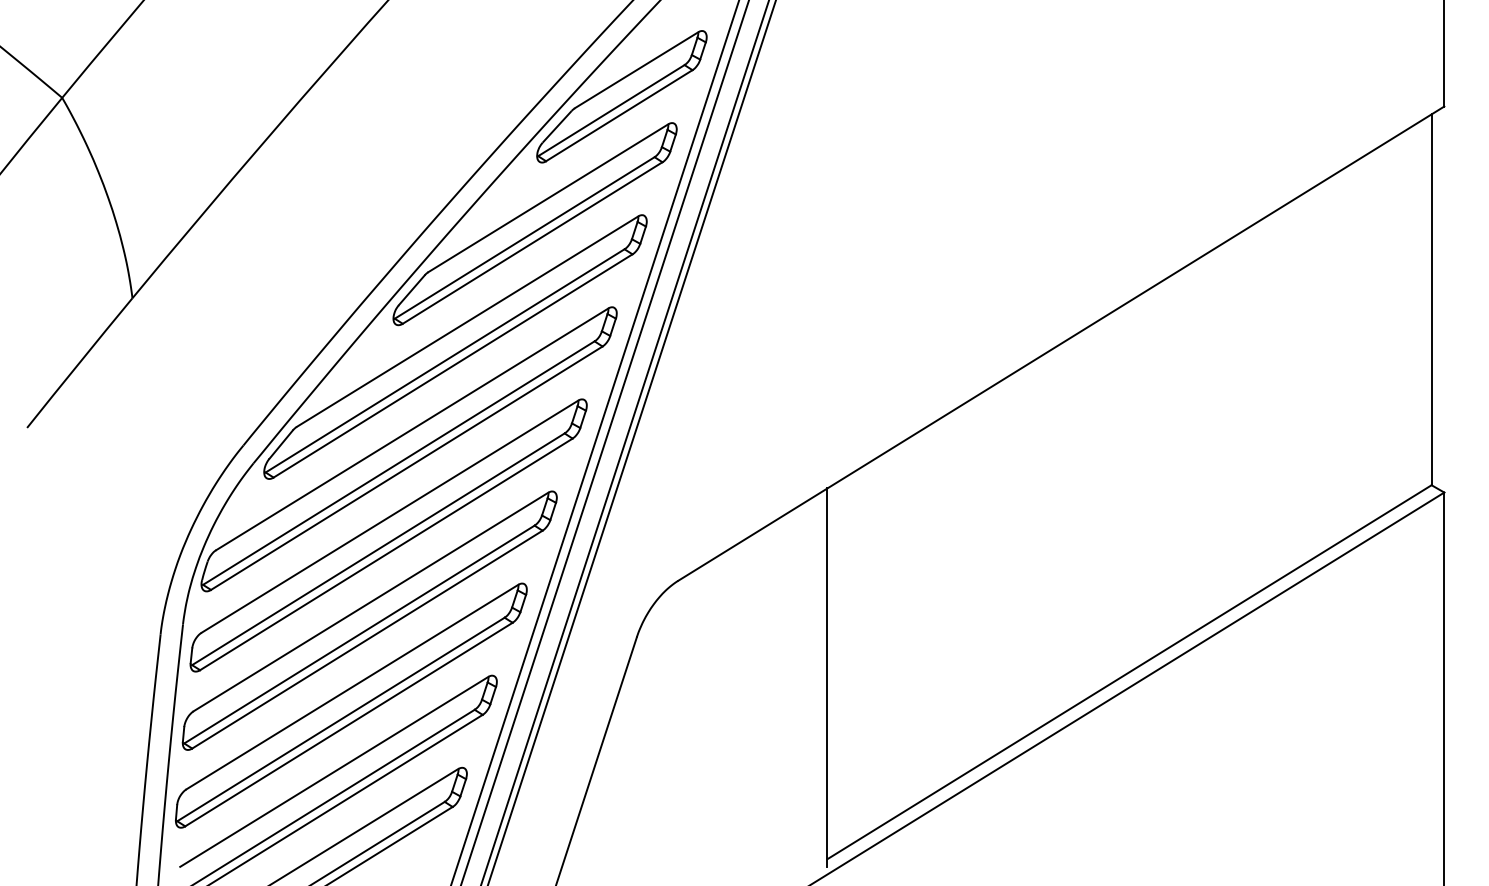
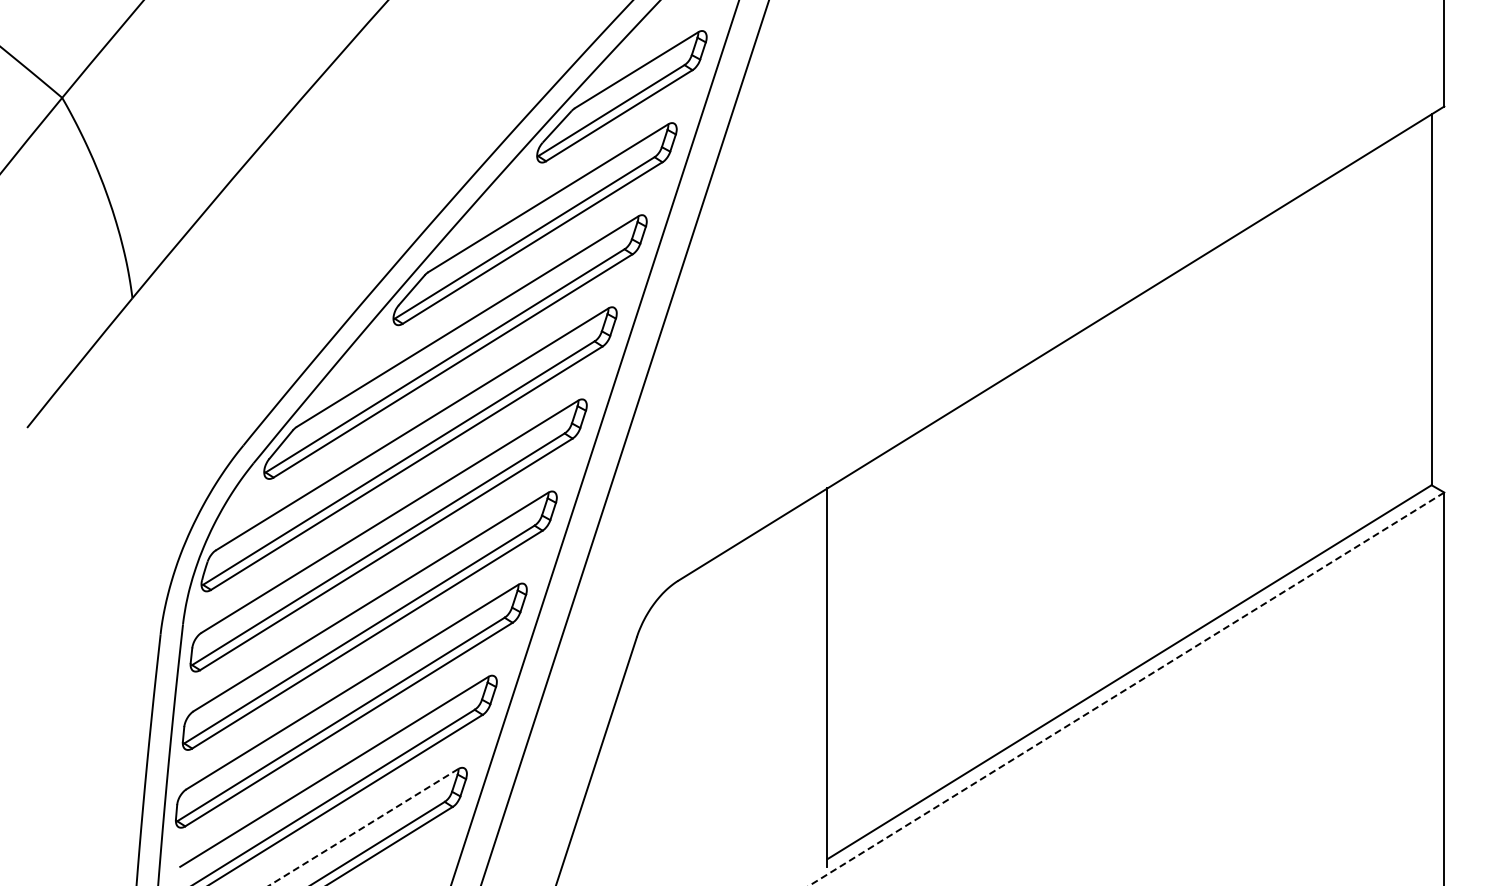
line at (604, 442): present -> none
line at (631, 442): present -> none
line at (1126, 689): solid -> dashed
line at (363, 827): solid -> dashed
